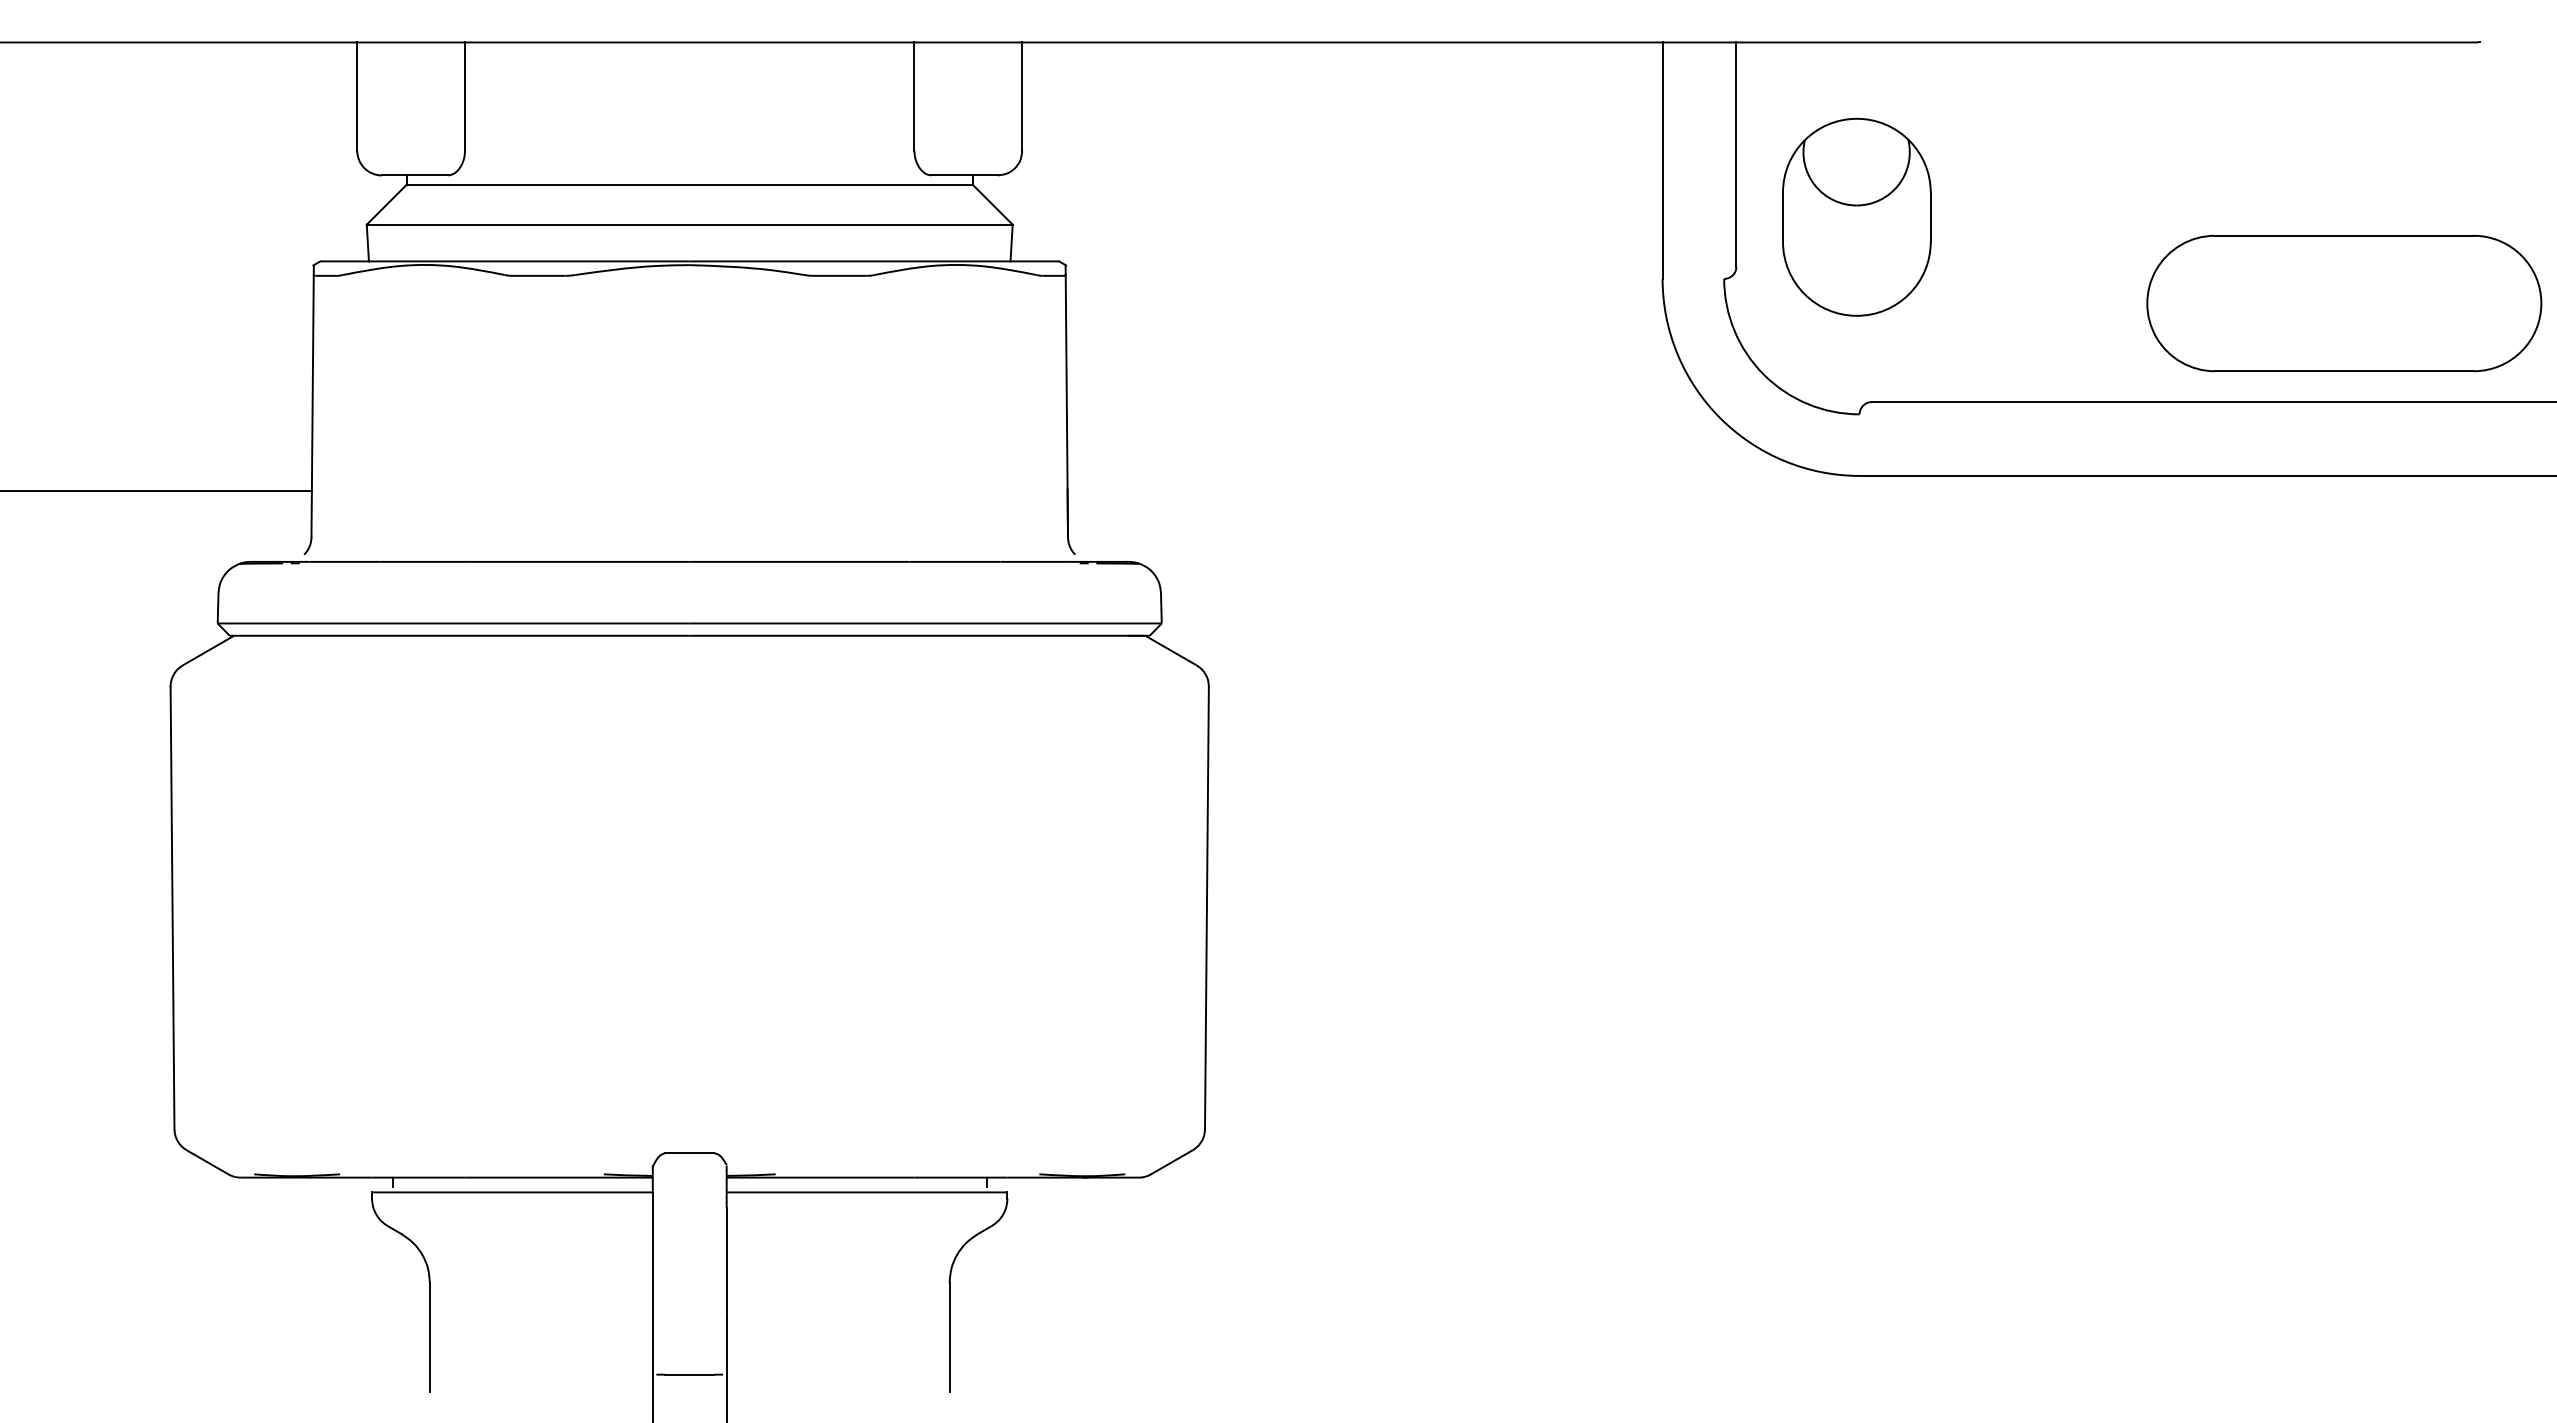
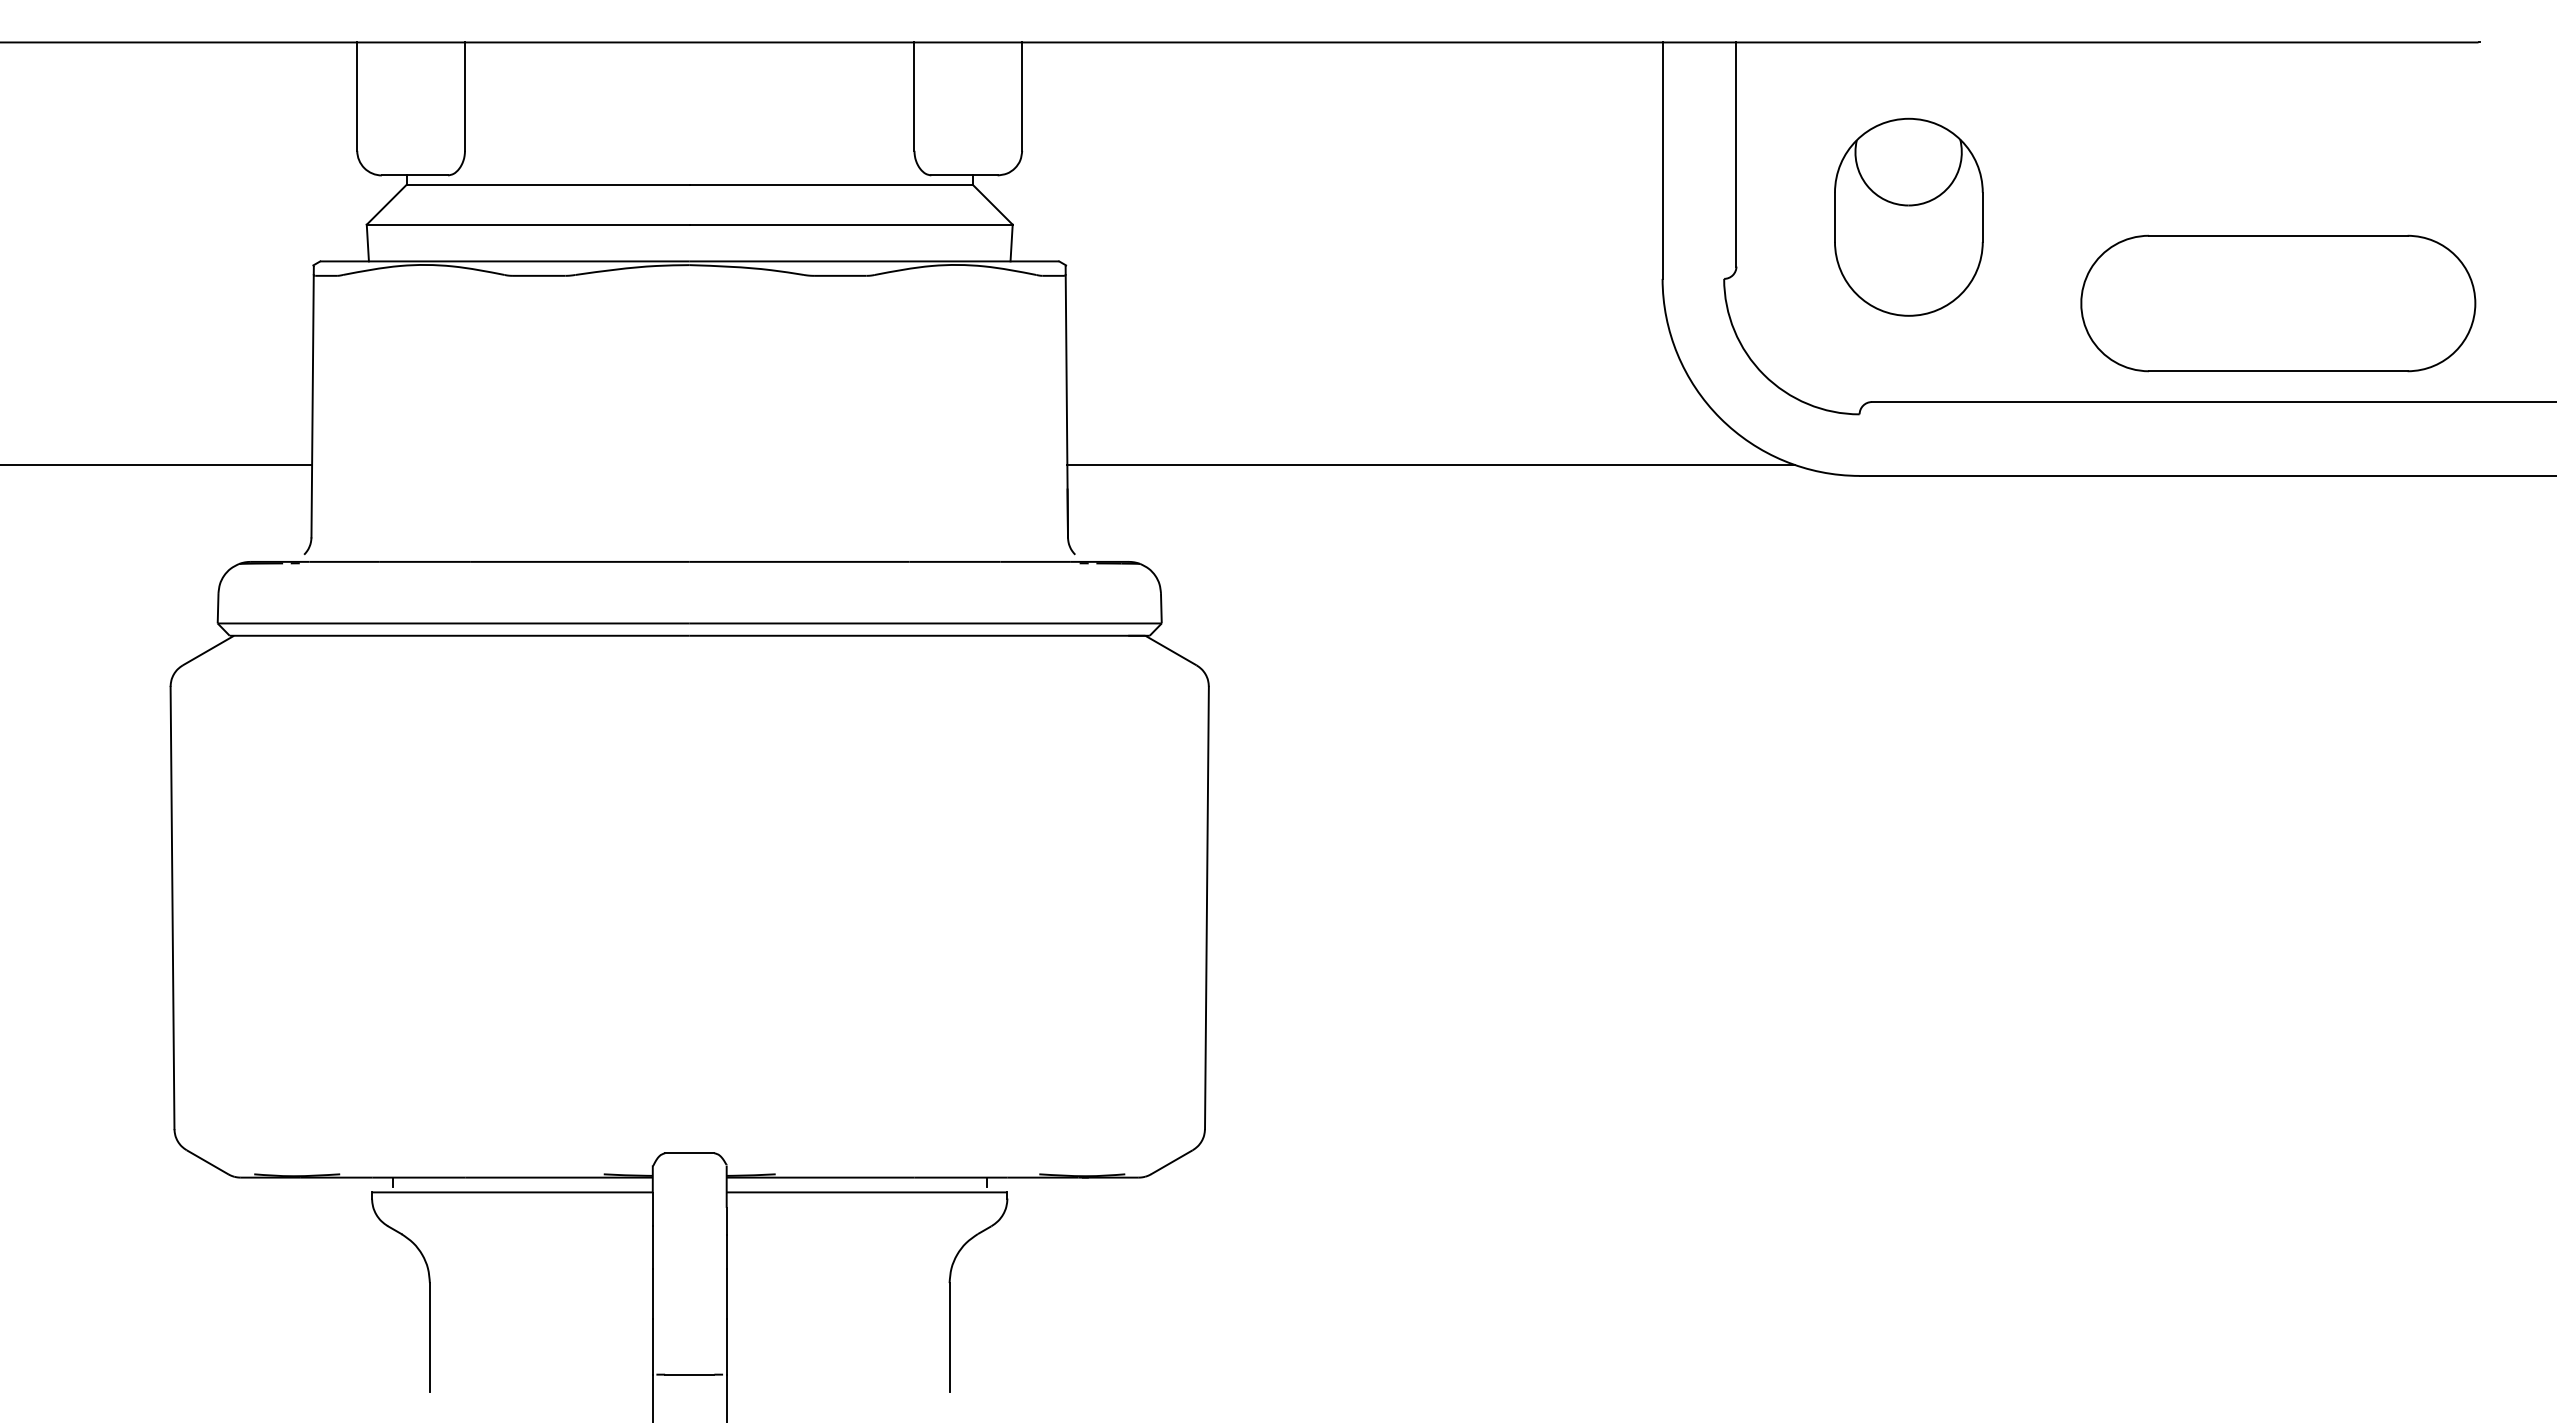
part at (1856, 216) position: (1856, 216) -> (1908, 216)
part at (2344, 303) position: (2344, 303) -> (2278, 303)
line at (1431, 465): none -> present
line at (157, 491) position: (157, 491) -> (157, 465)
